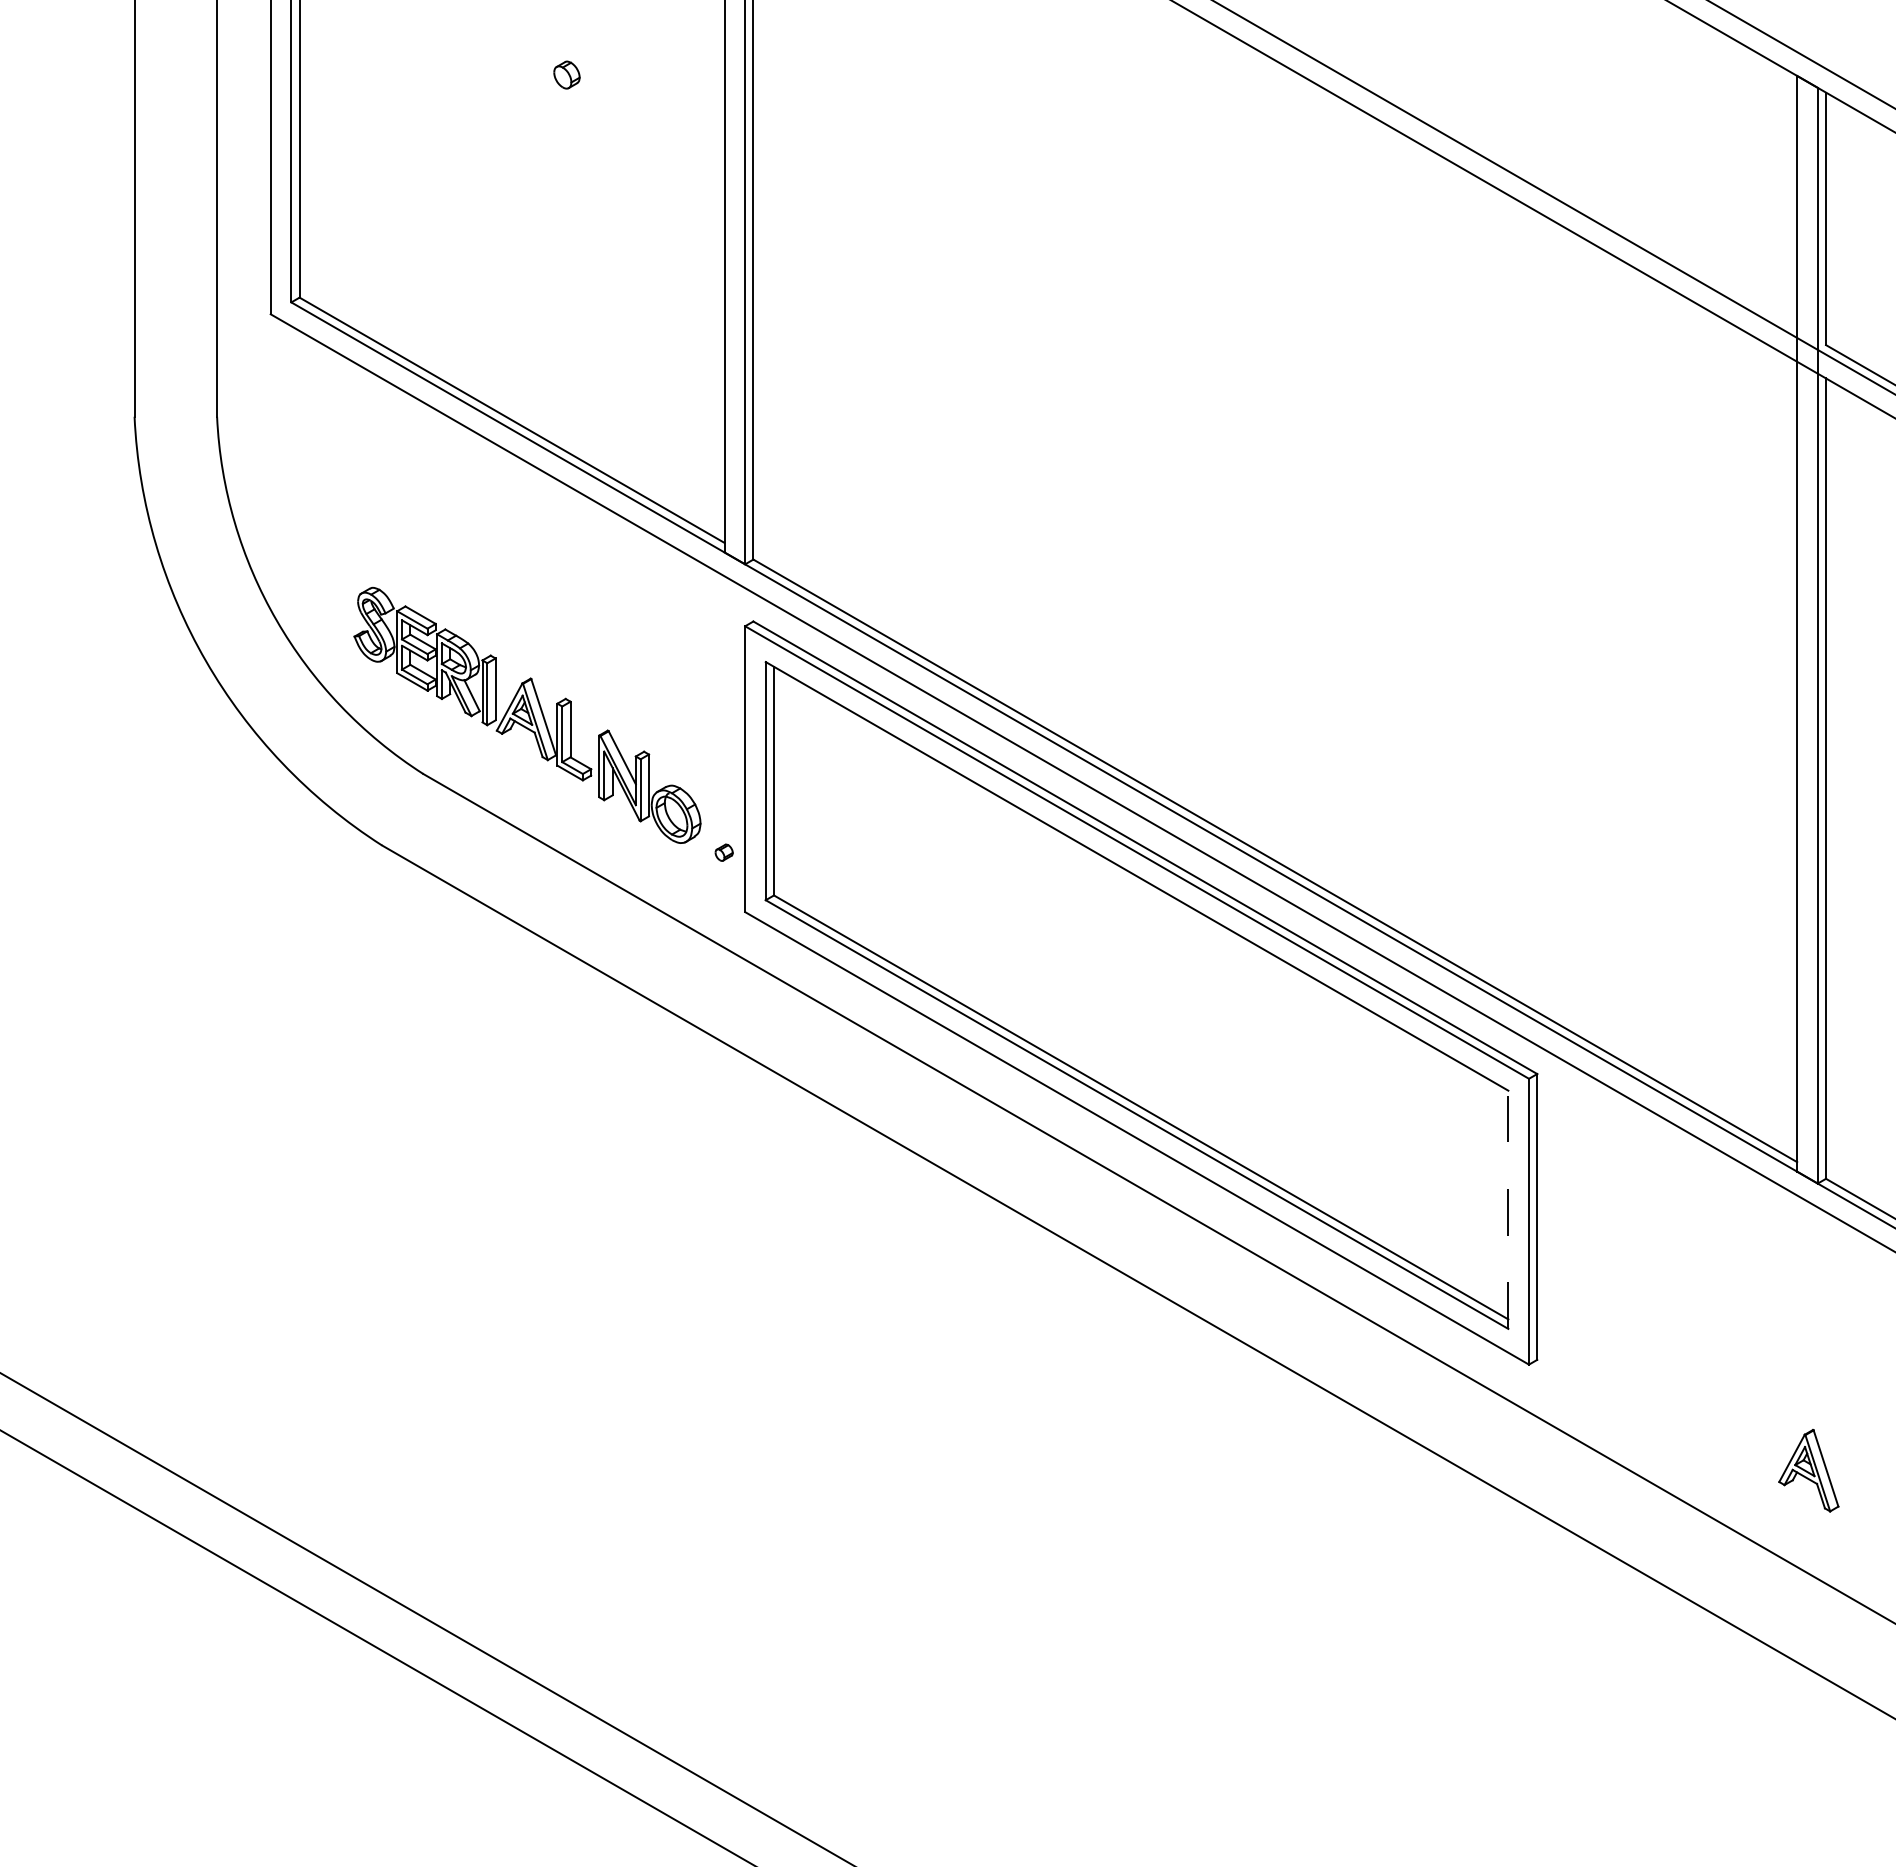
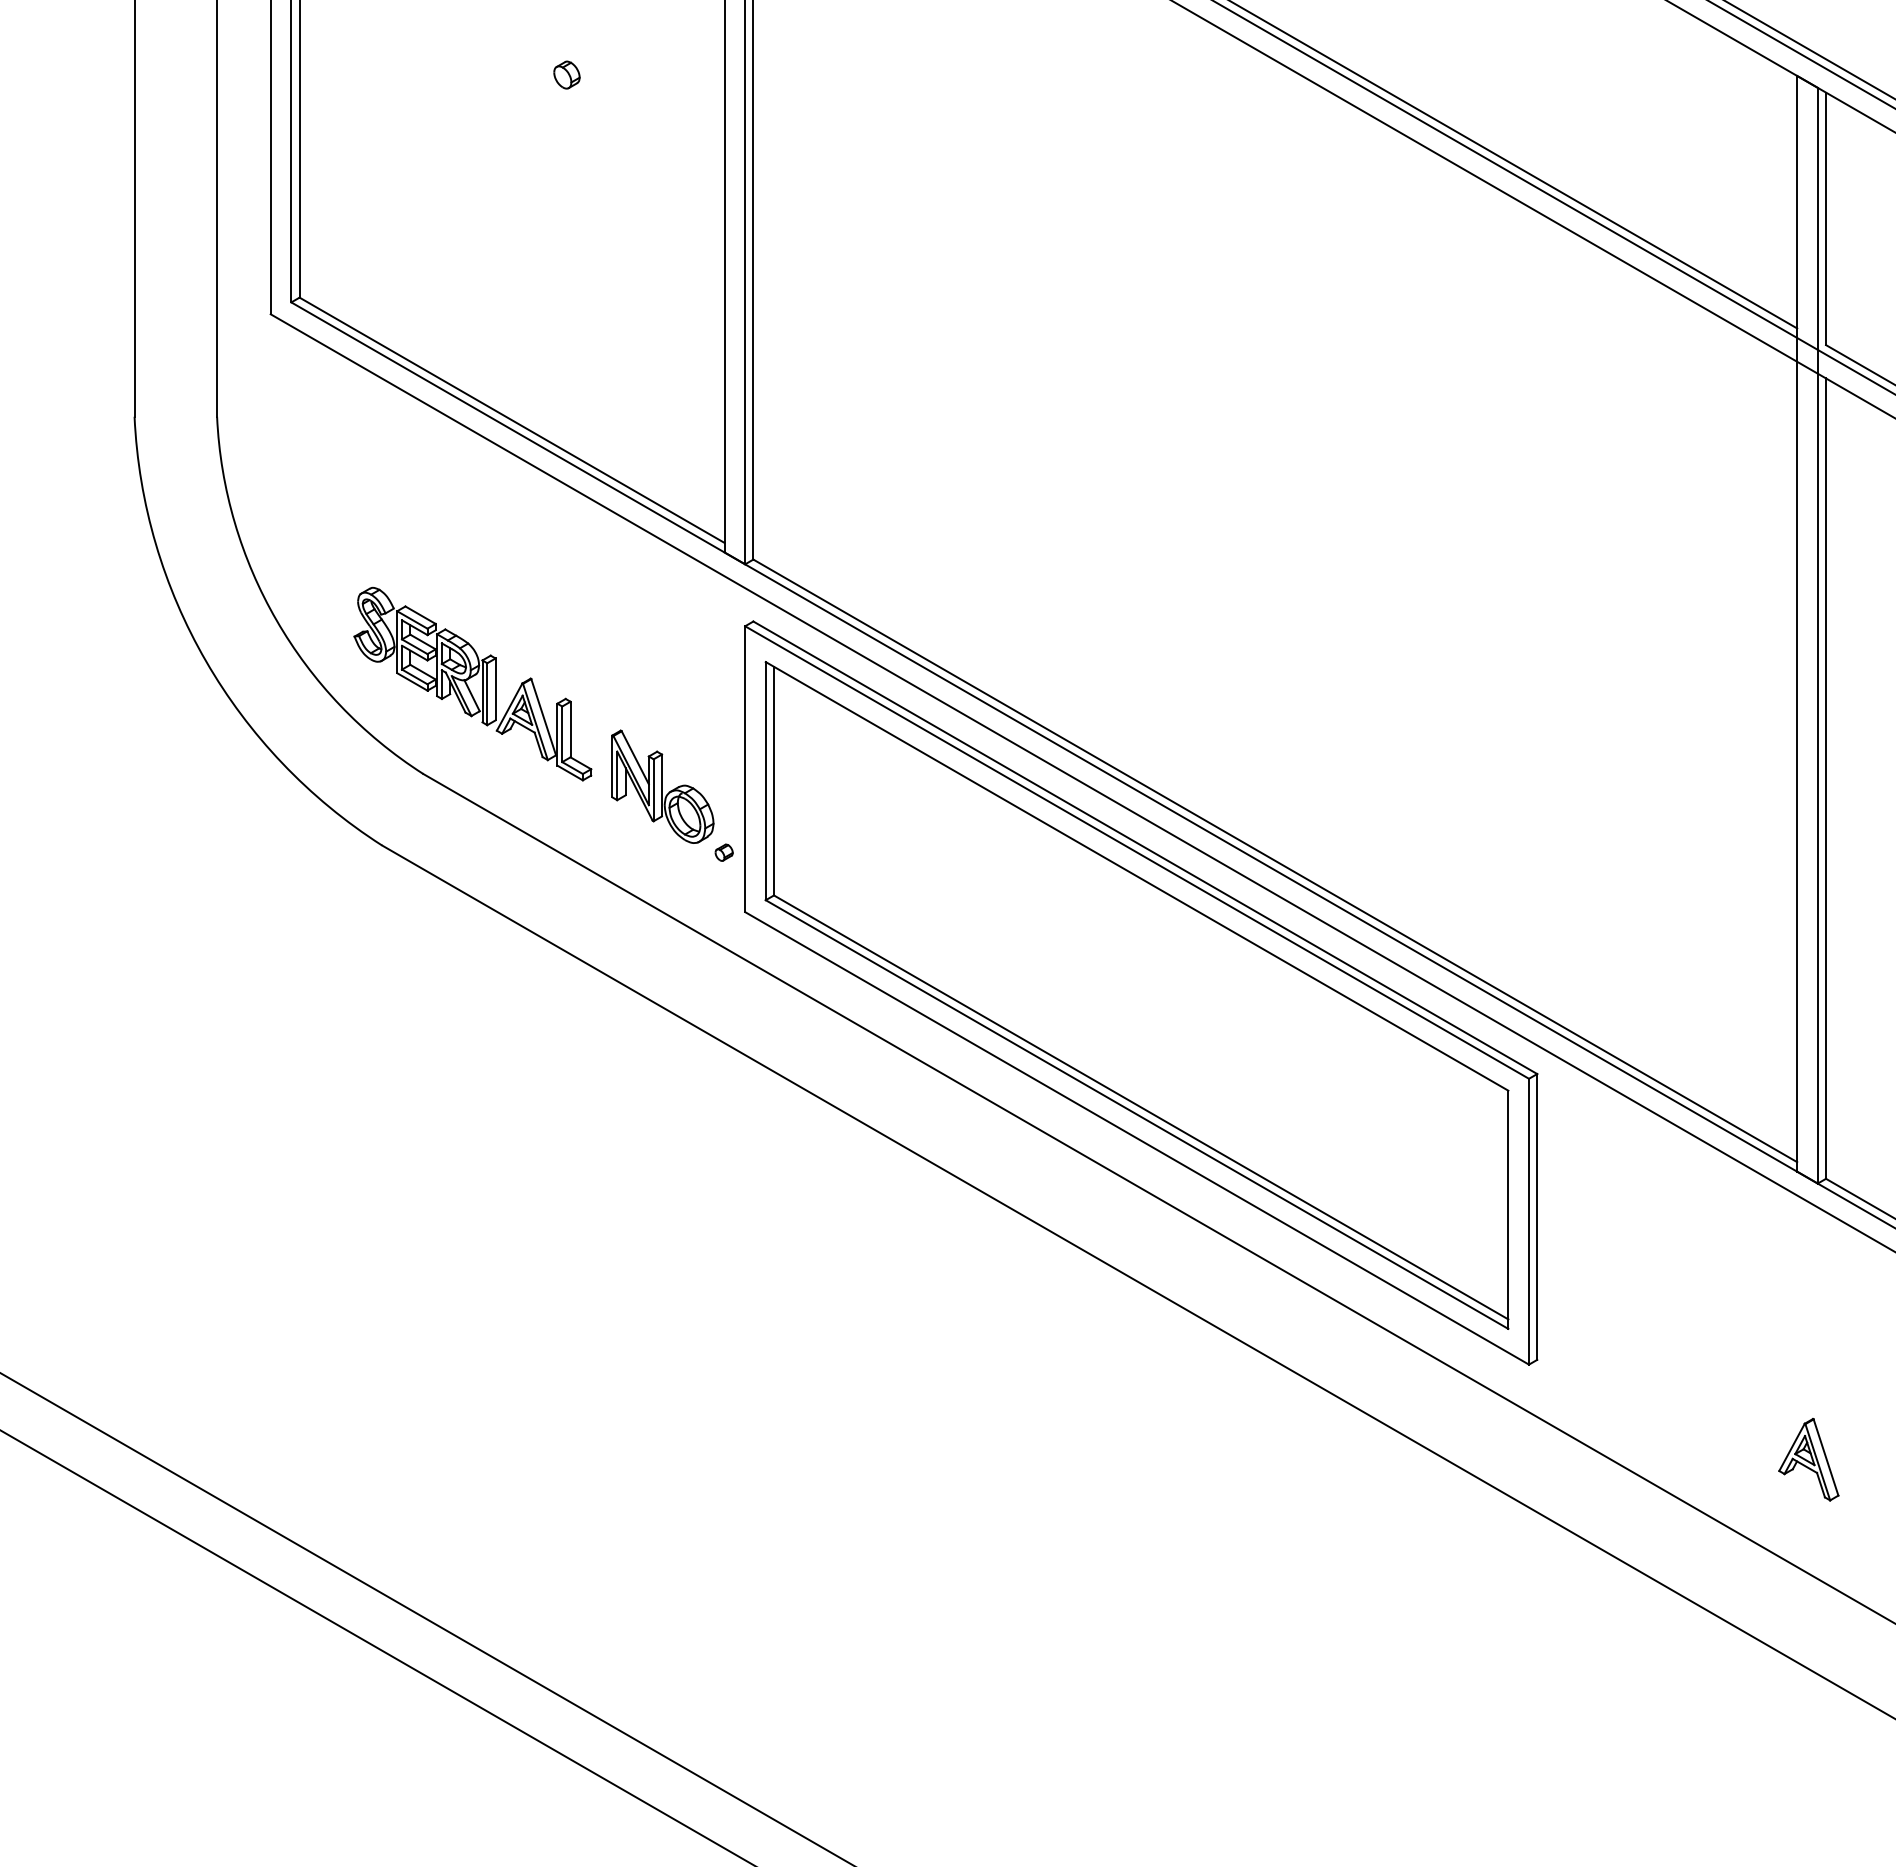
line at (1809, 49): none -> present
line at (1514, 165): none -> present
part at (649, 786) position: (649, 786) -> (662, 786)
line at (1508, 1209): dashed -> solid
part at (1808, 1470) position: (1808, 1470) -> (1808, 1459)
